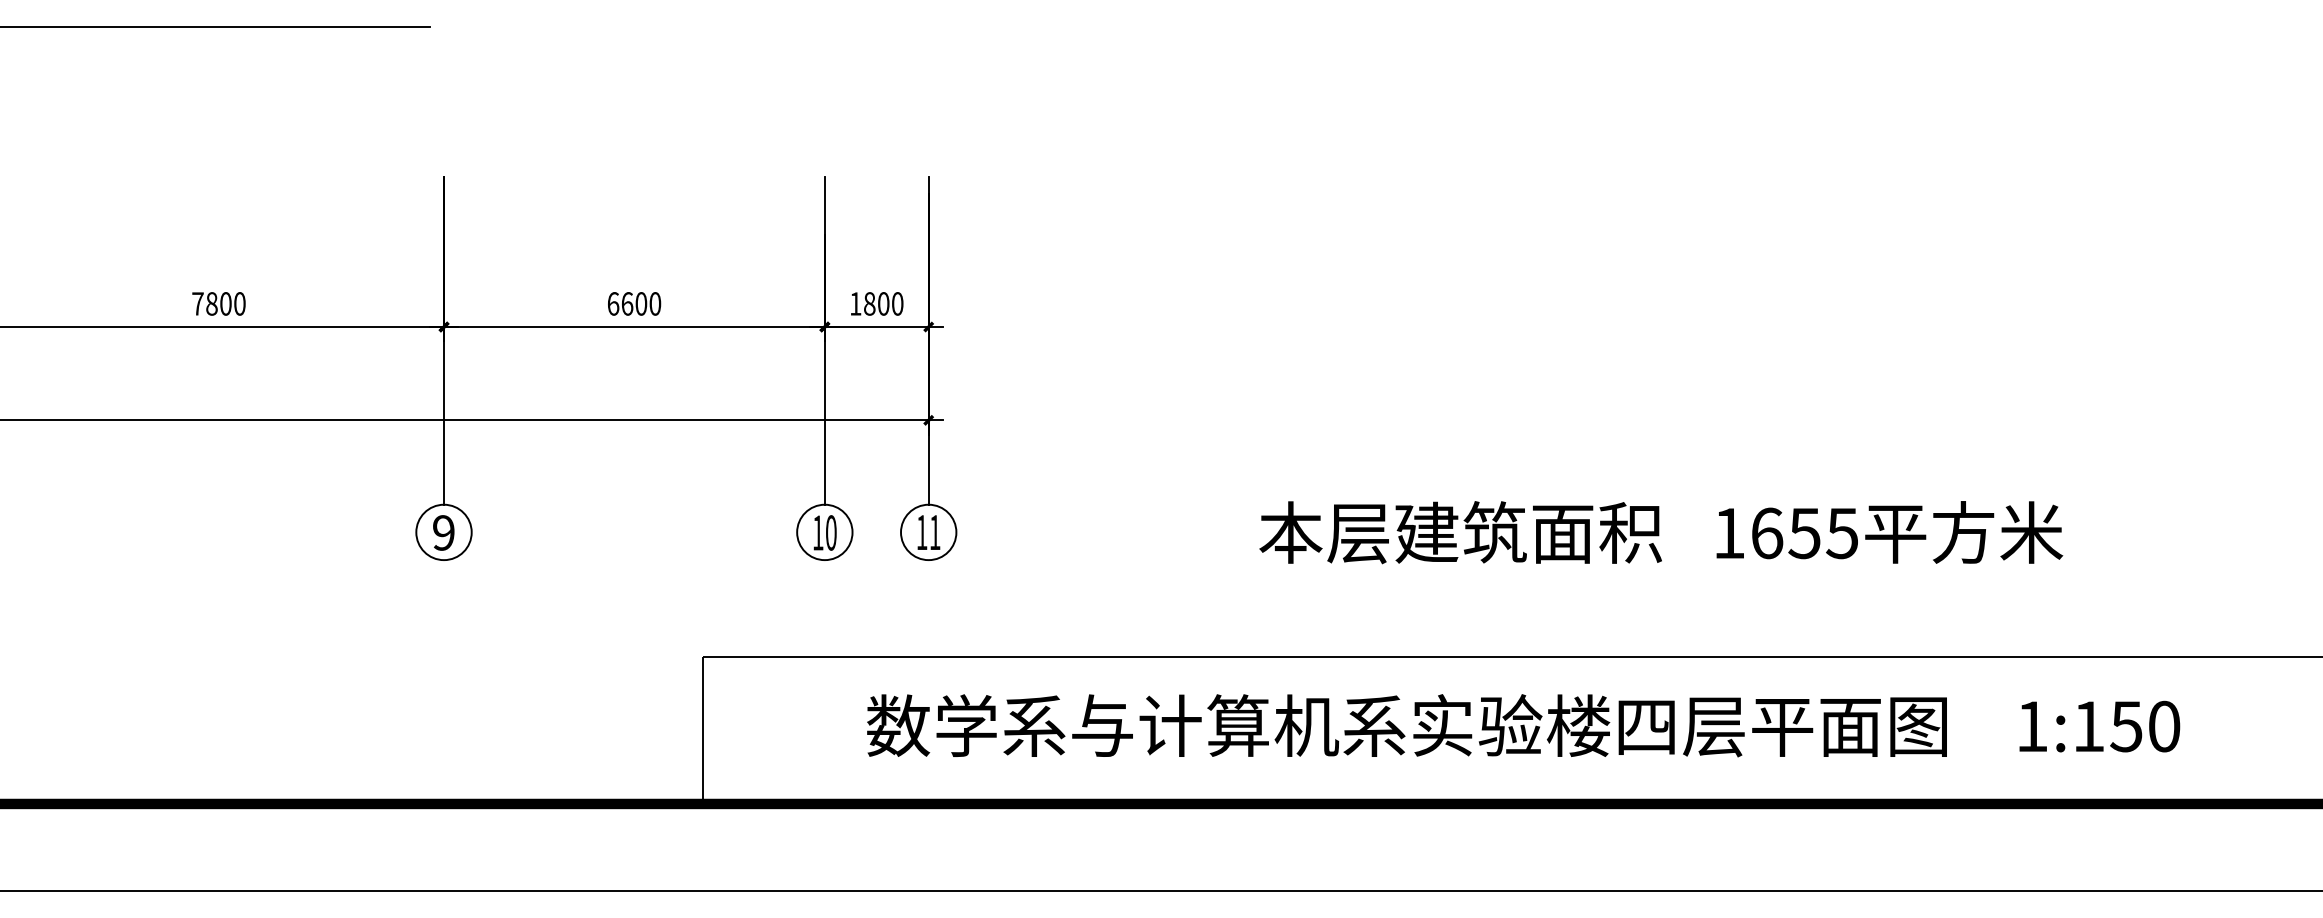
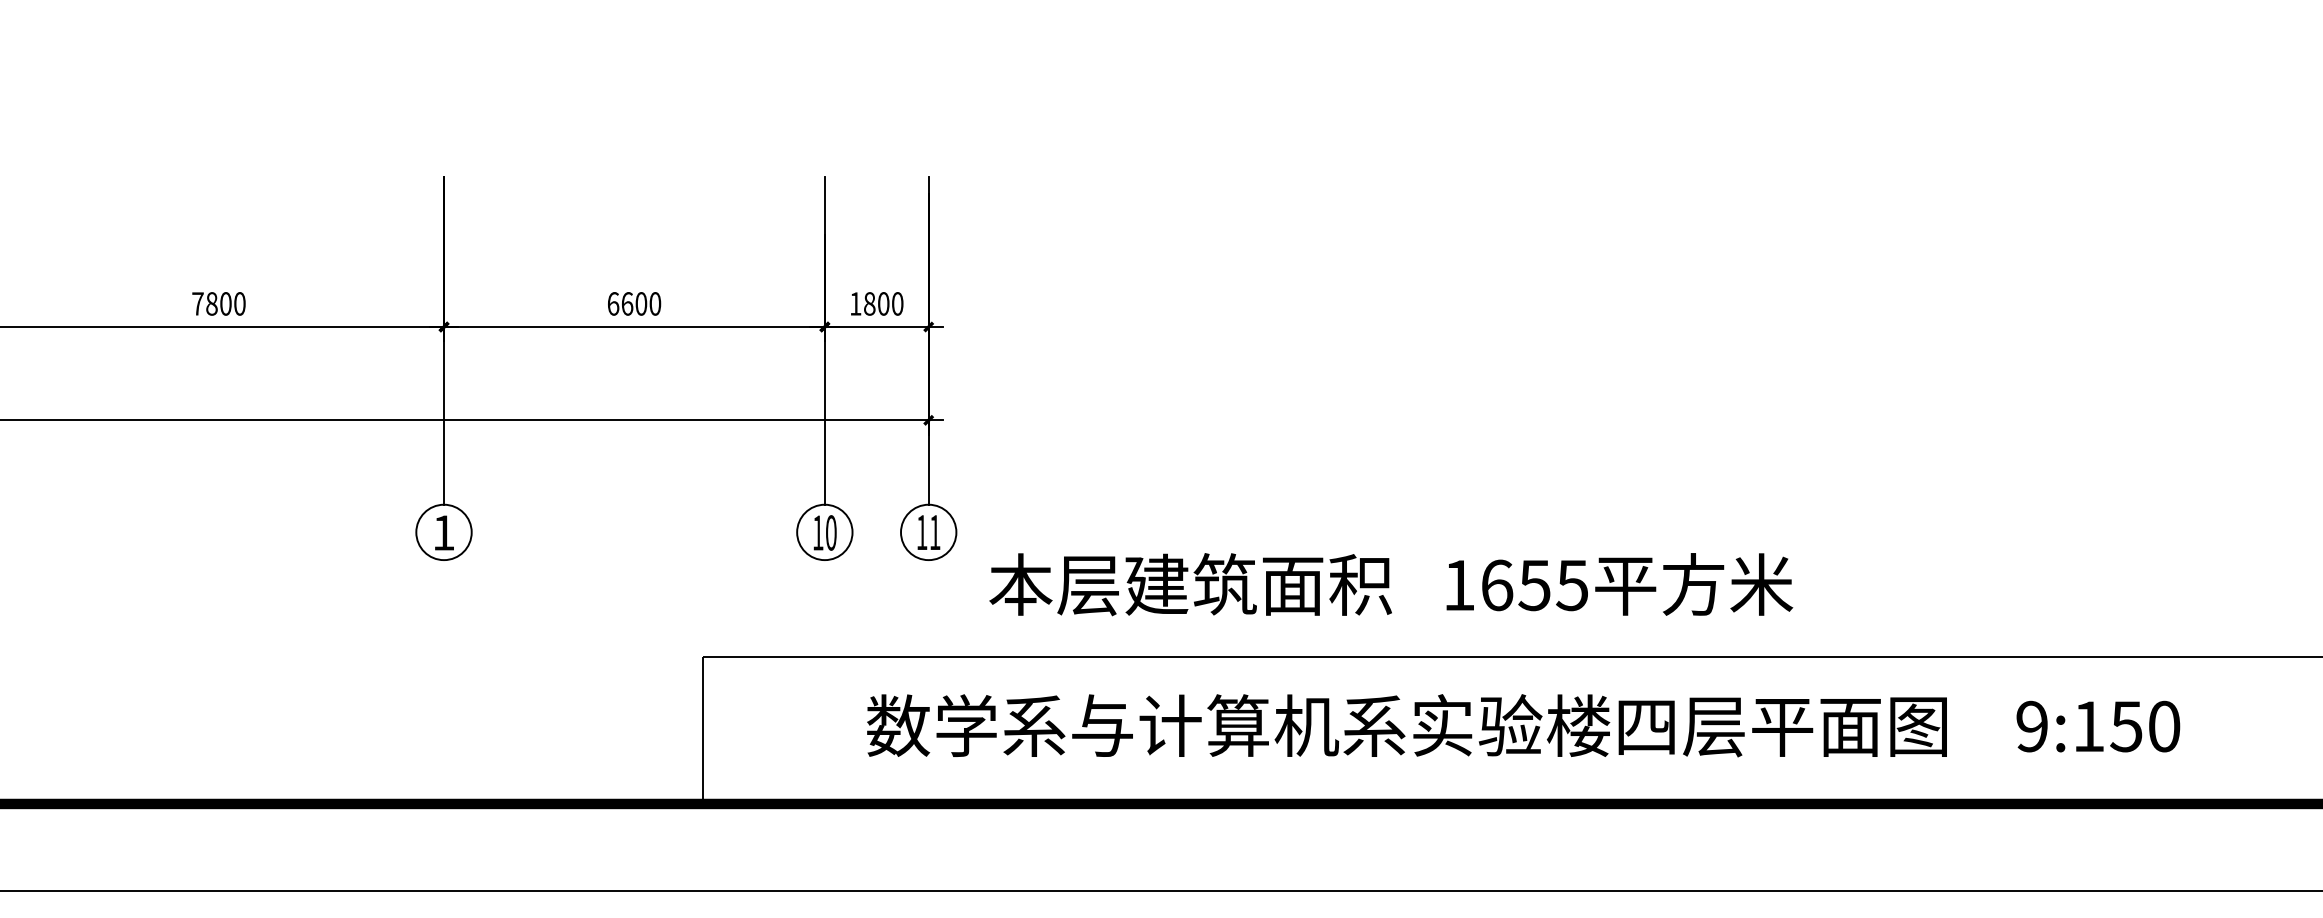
line at (215, 27): present -> none
text at (443, 532): 9 -> 1
text at (1661, 532) position: (1661, 532) -> (1391, 584)
text at (2031, 726): 1:150 -> 9:150
